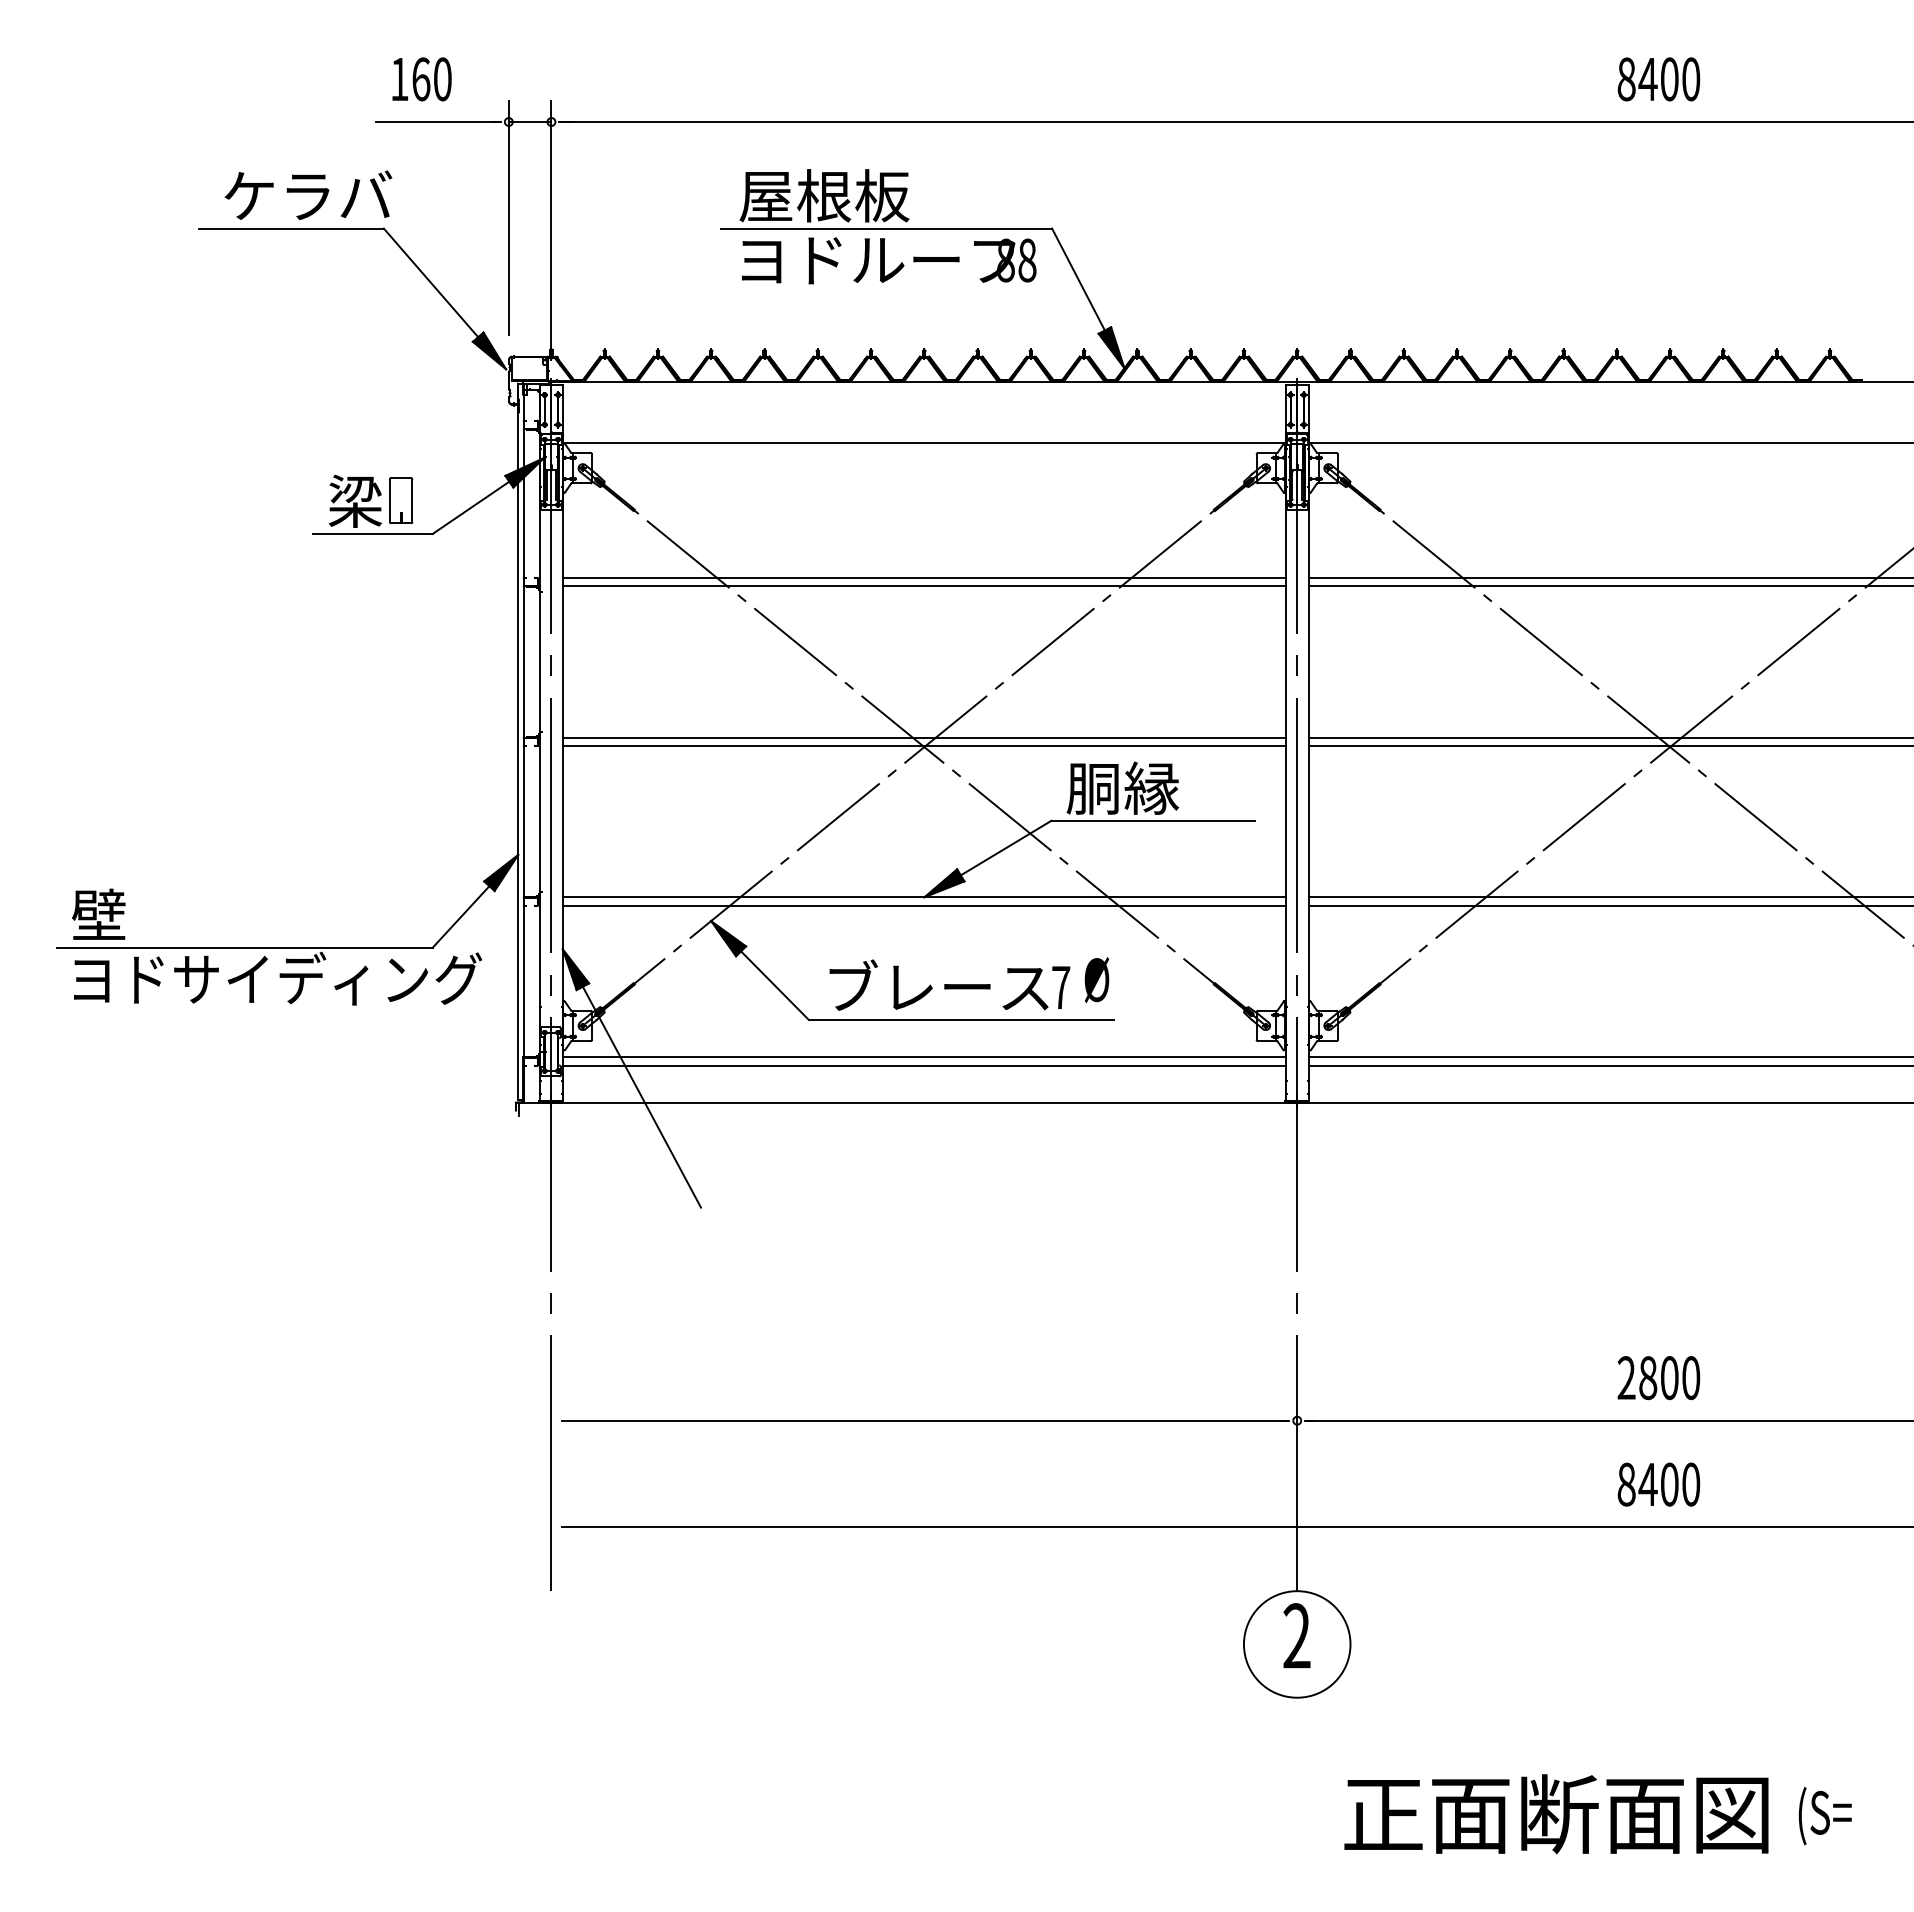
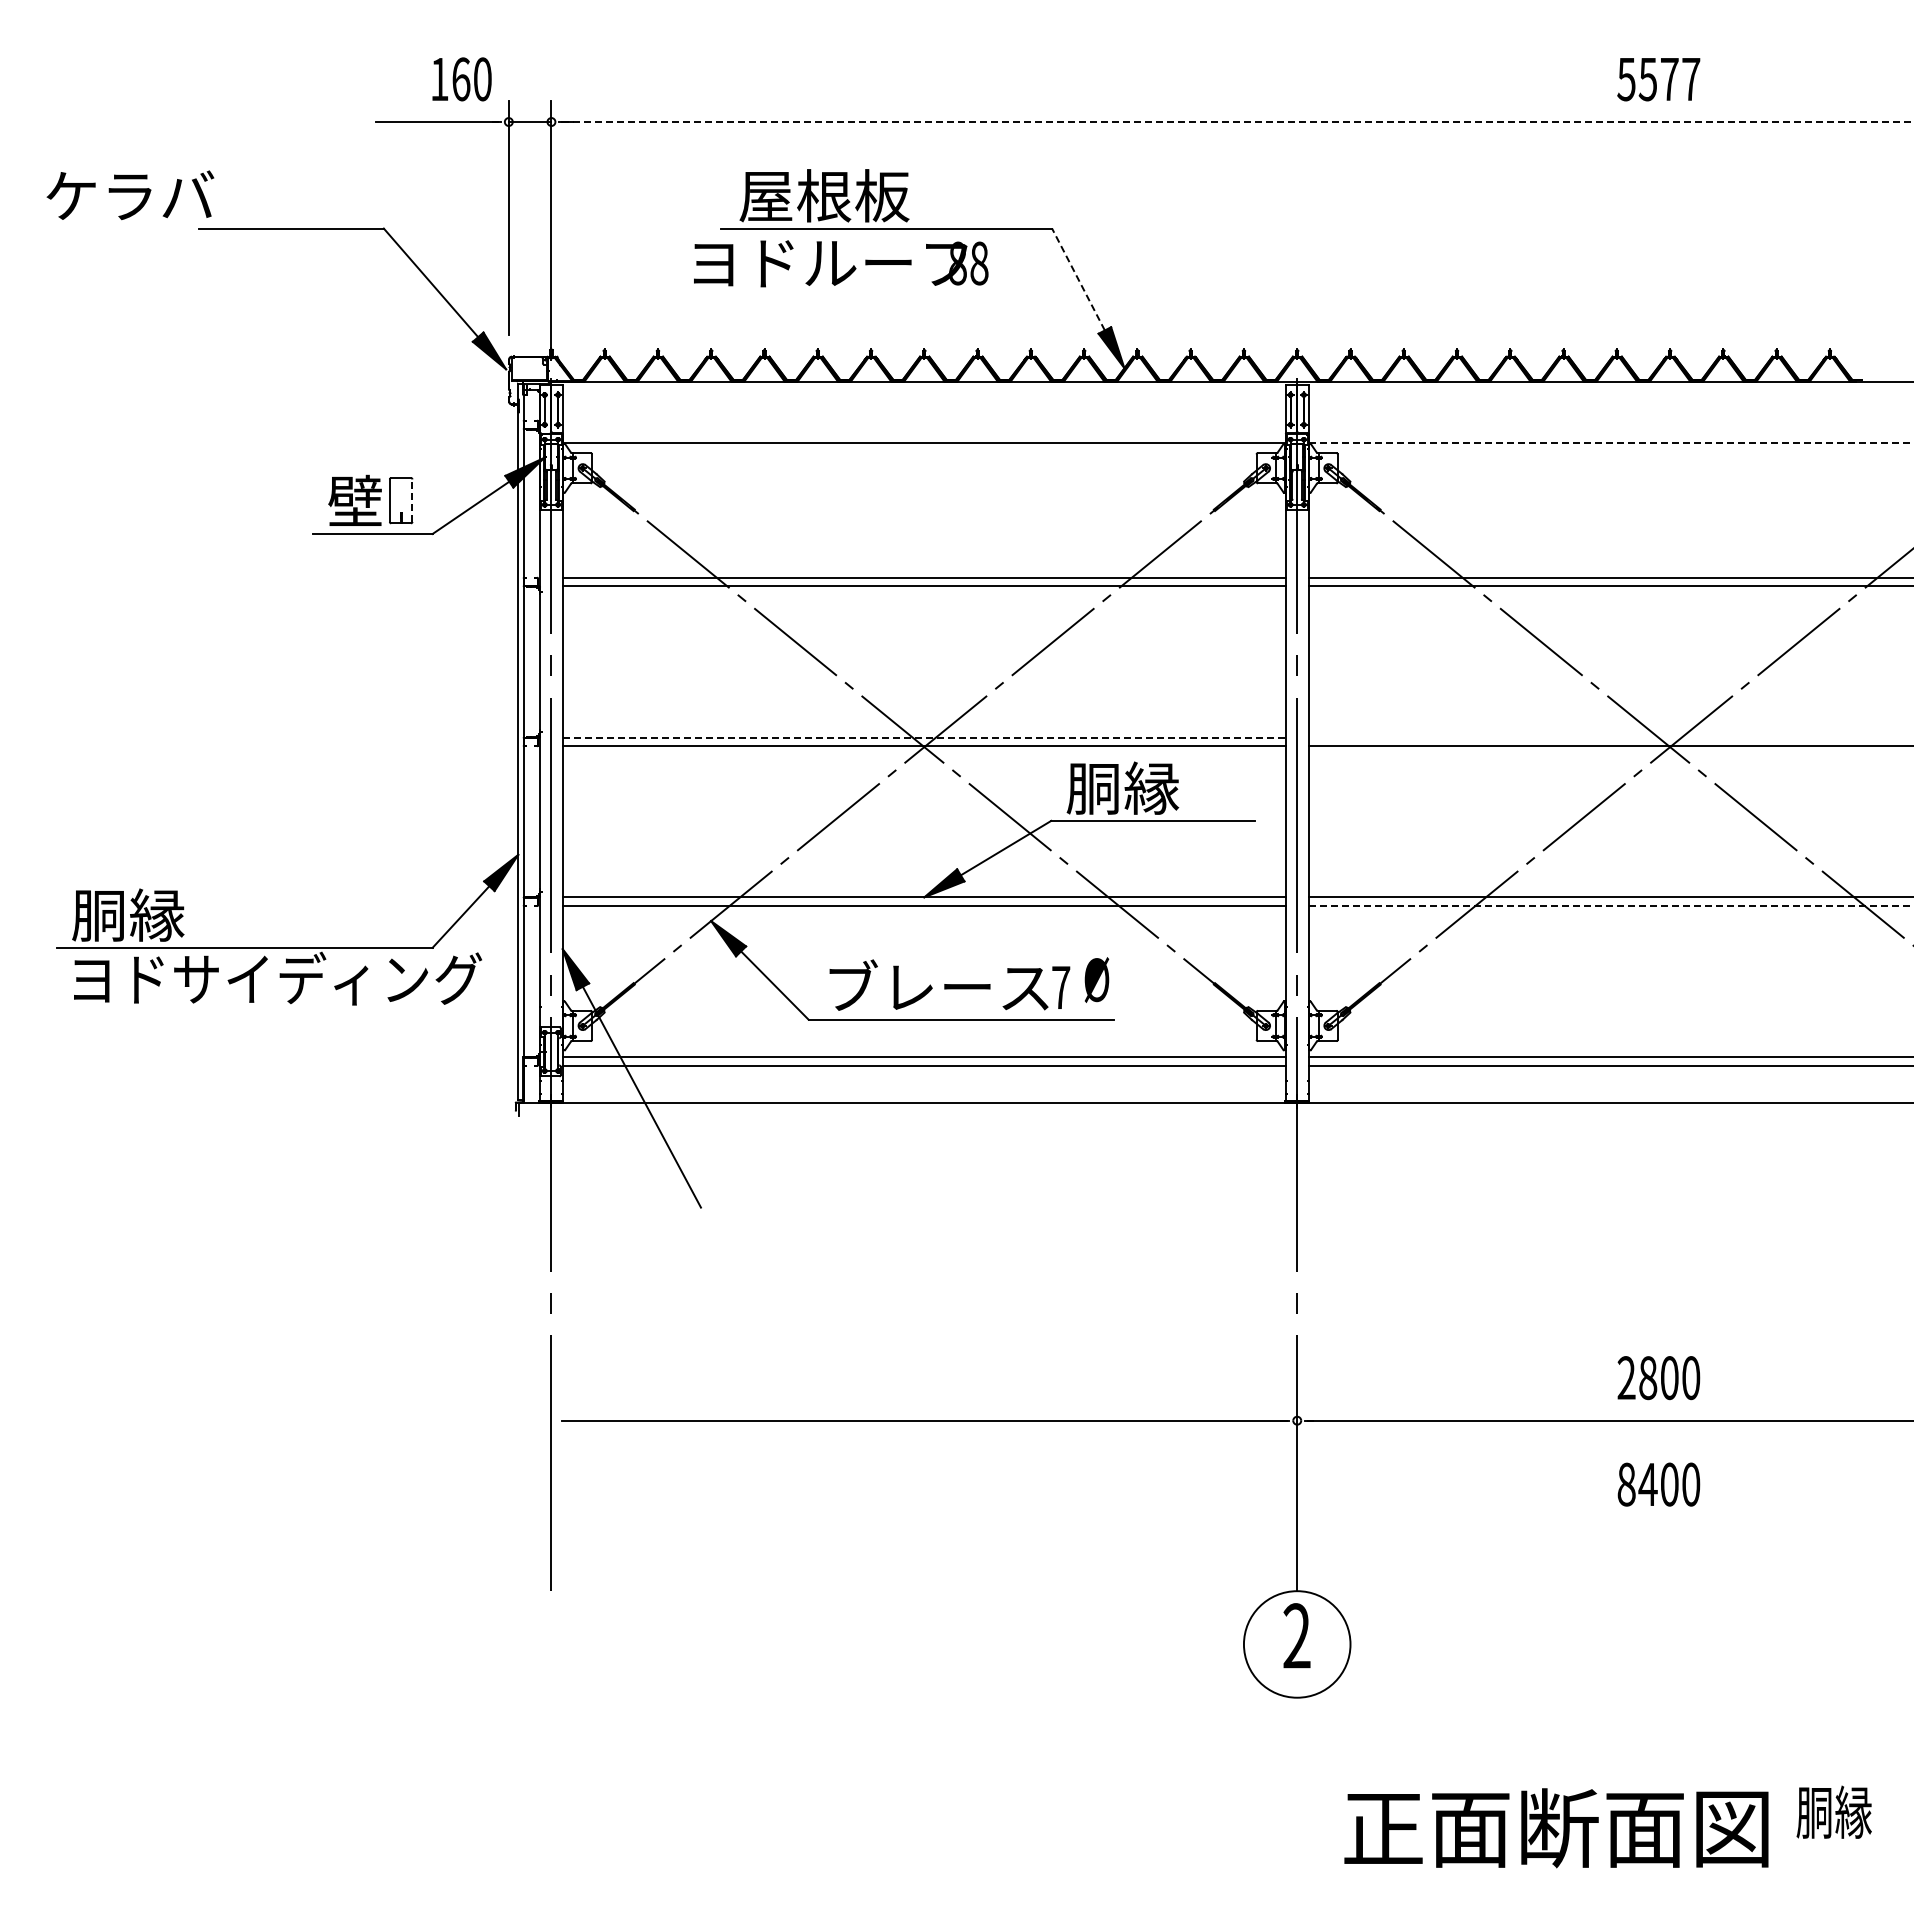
text at (421, 79) position: (421, 79) -> (461, 79)
text at (1658, 79): 8400 -> 5577
line at (1237, 122): solid -> dashed
text at (308, 195) position: (308, 195) -> (130, 195)
text at (889, 260) position: (889, 260) -> (841, 263)
line at (1078, 279): solid -> dashed
line at (1611, 442): solid -> dashed
text at (355, 500): 梁 -> 壁
line at (412, 500): solid -> dashed
line at (924, 737): solid -> dashed
line at (1609, 737): present -> none
line at (1611, 906): solid -> dashed
text at (128, 914): 壁 -> 胴縁
line at (1236, 1527): present -> none
text at (1556, 1814) position: (1556, 1814) -> (1556, 1828)
text at (1833, 1815): (S= -> 胴縁
